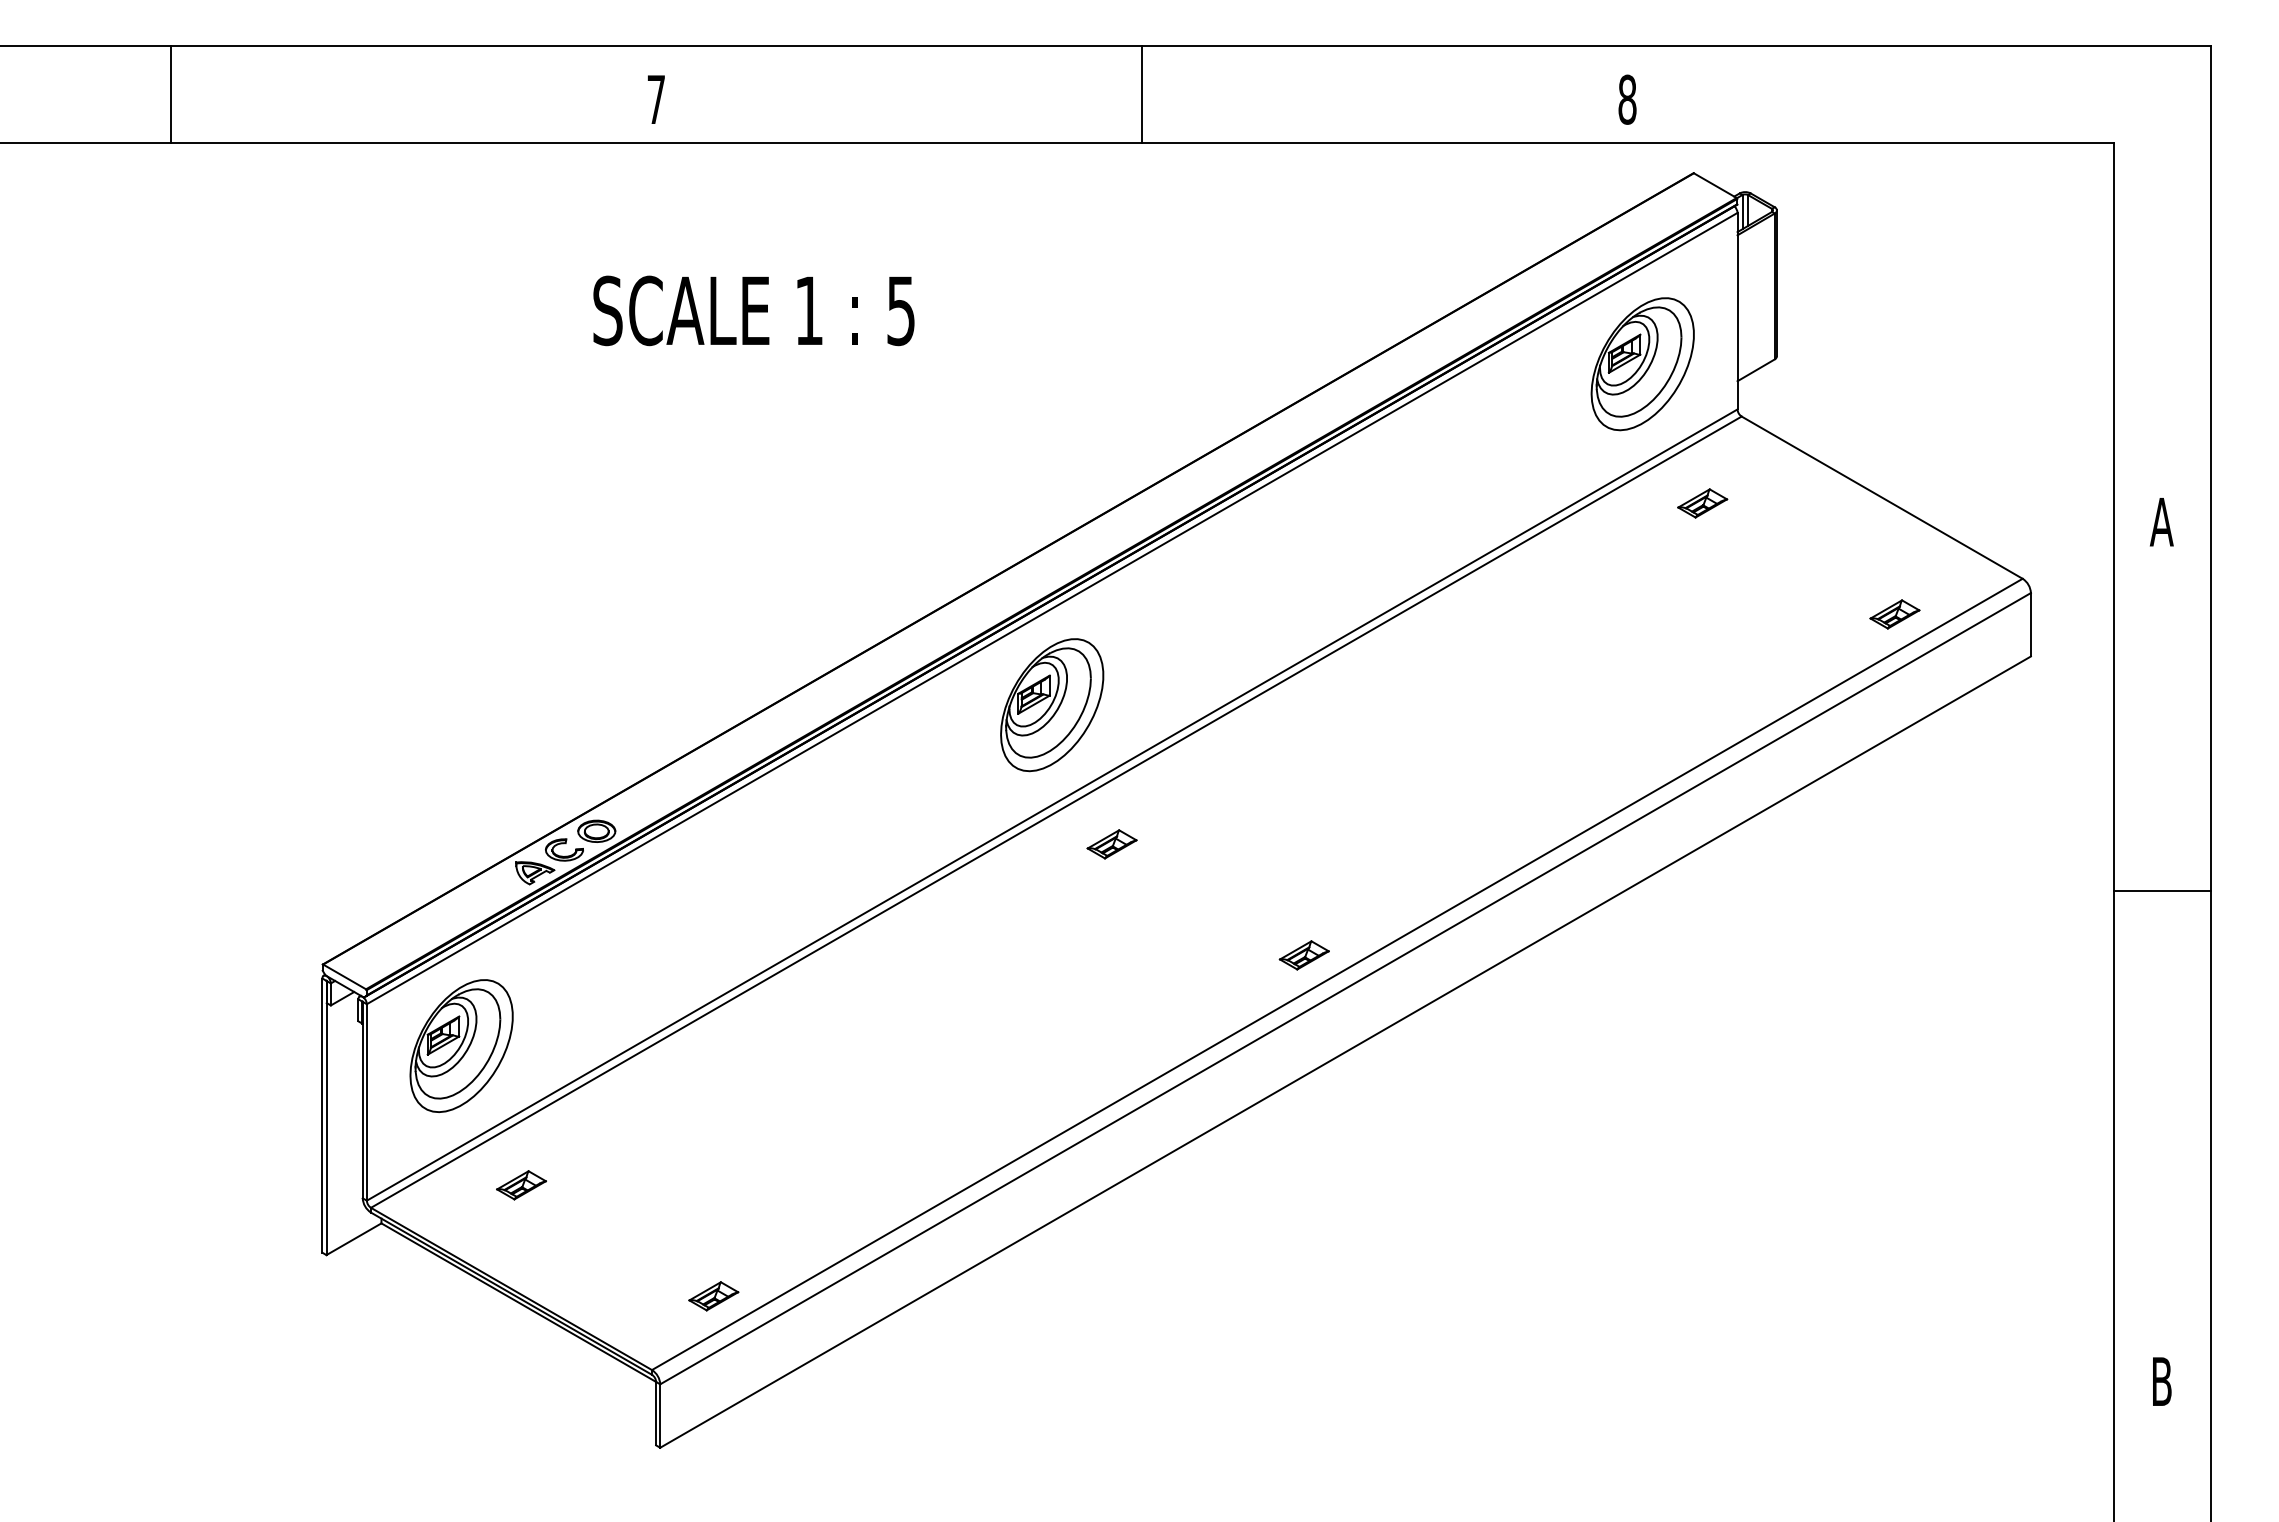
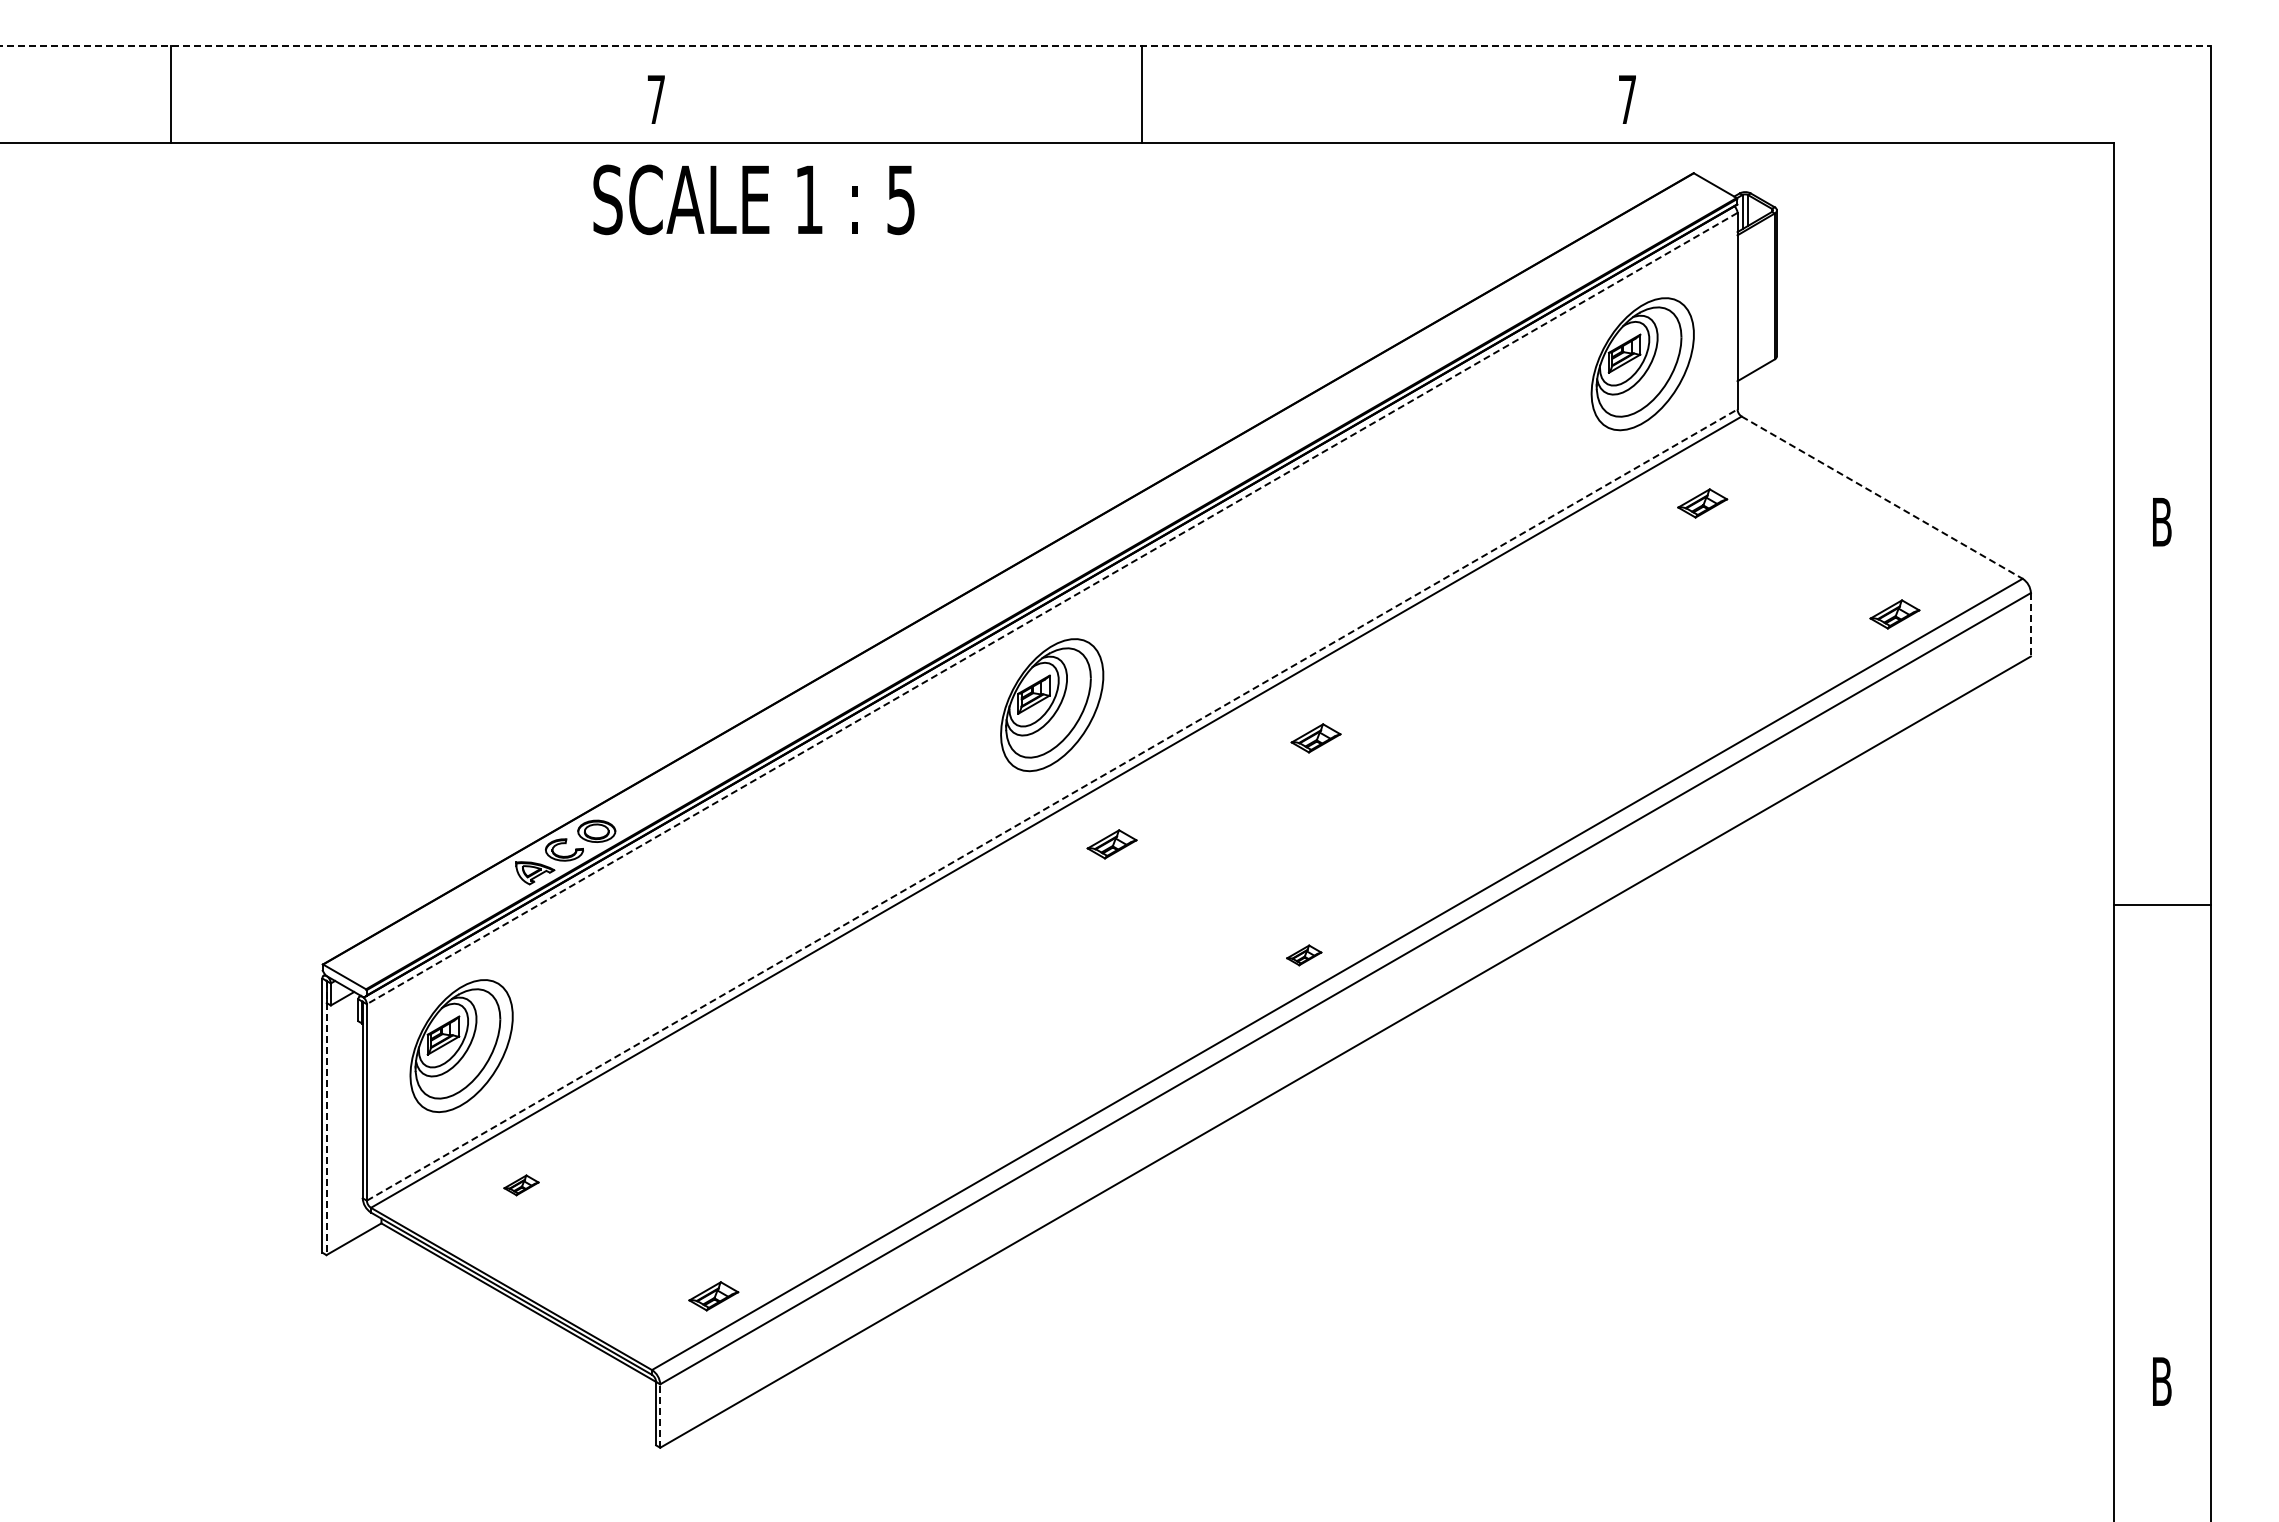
line at (1105, 45): solid -> dashed
text at (1627, 99): 8 -> 7
text at (753, 310) position: (753, 310) -> (753, 199)
line at (1882, 497): solid -> dashed
text at (2161, 522): A -> B
line at (1051, 608): solid -> dashed
line at (2030, 624): solid -> dashed
part at (1315, 738): none -> present
line at (1052, 804): solid -> dashed
line at (2161, 890) position: (2161, 890) -> (2161, 904)
part at (1303, 955) size: 52x31 px -> 37x23 px
line at (326, 1118): solid -> dashed
part at (521, 1185) size: 51x31 px -> 37x23 px
line at (660, 1416): solid -> dashed
